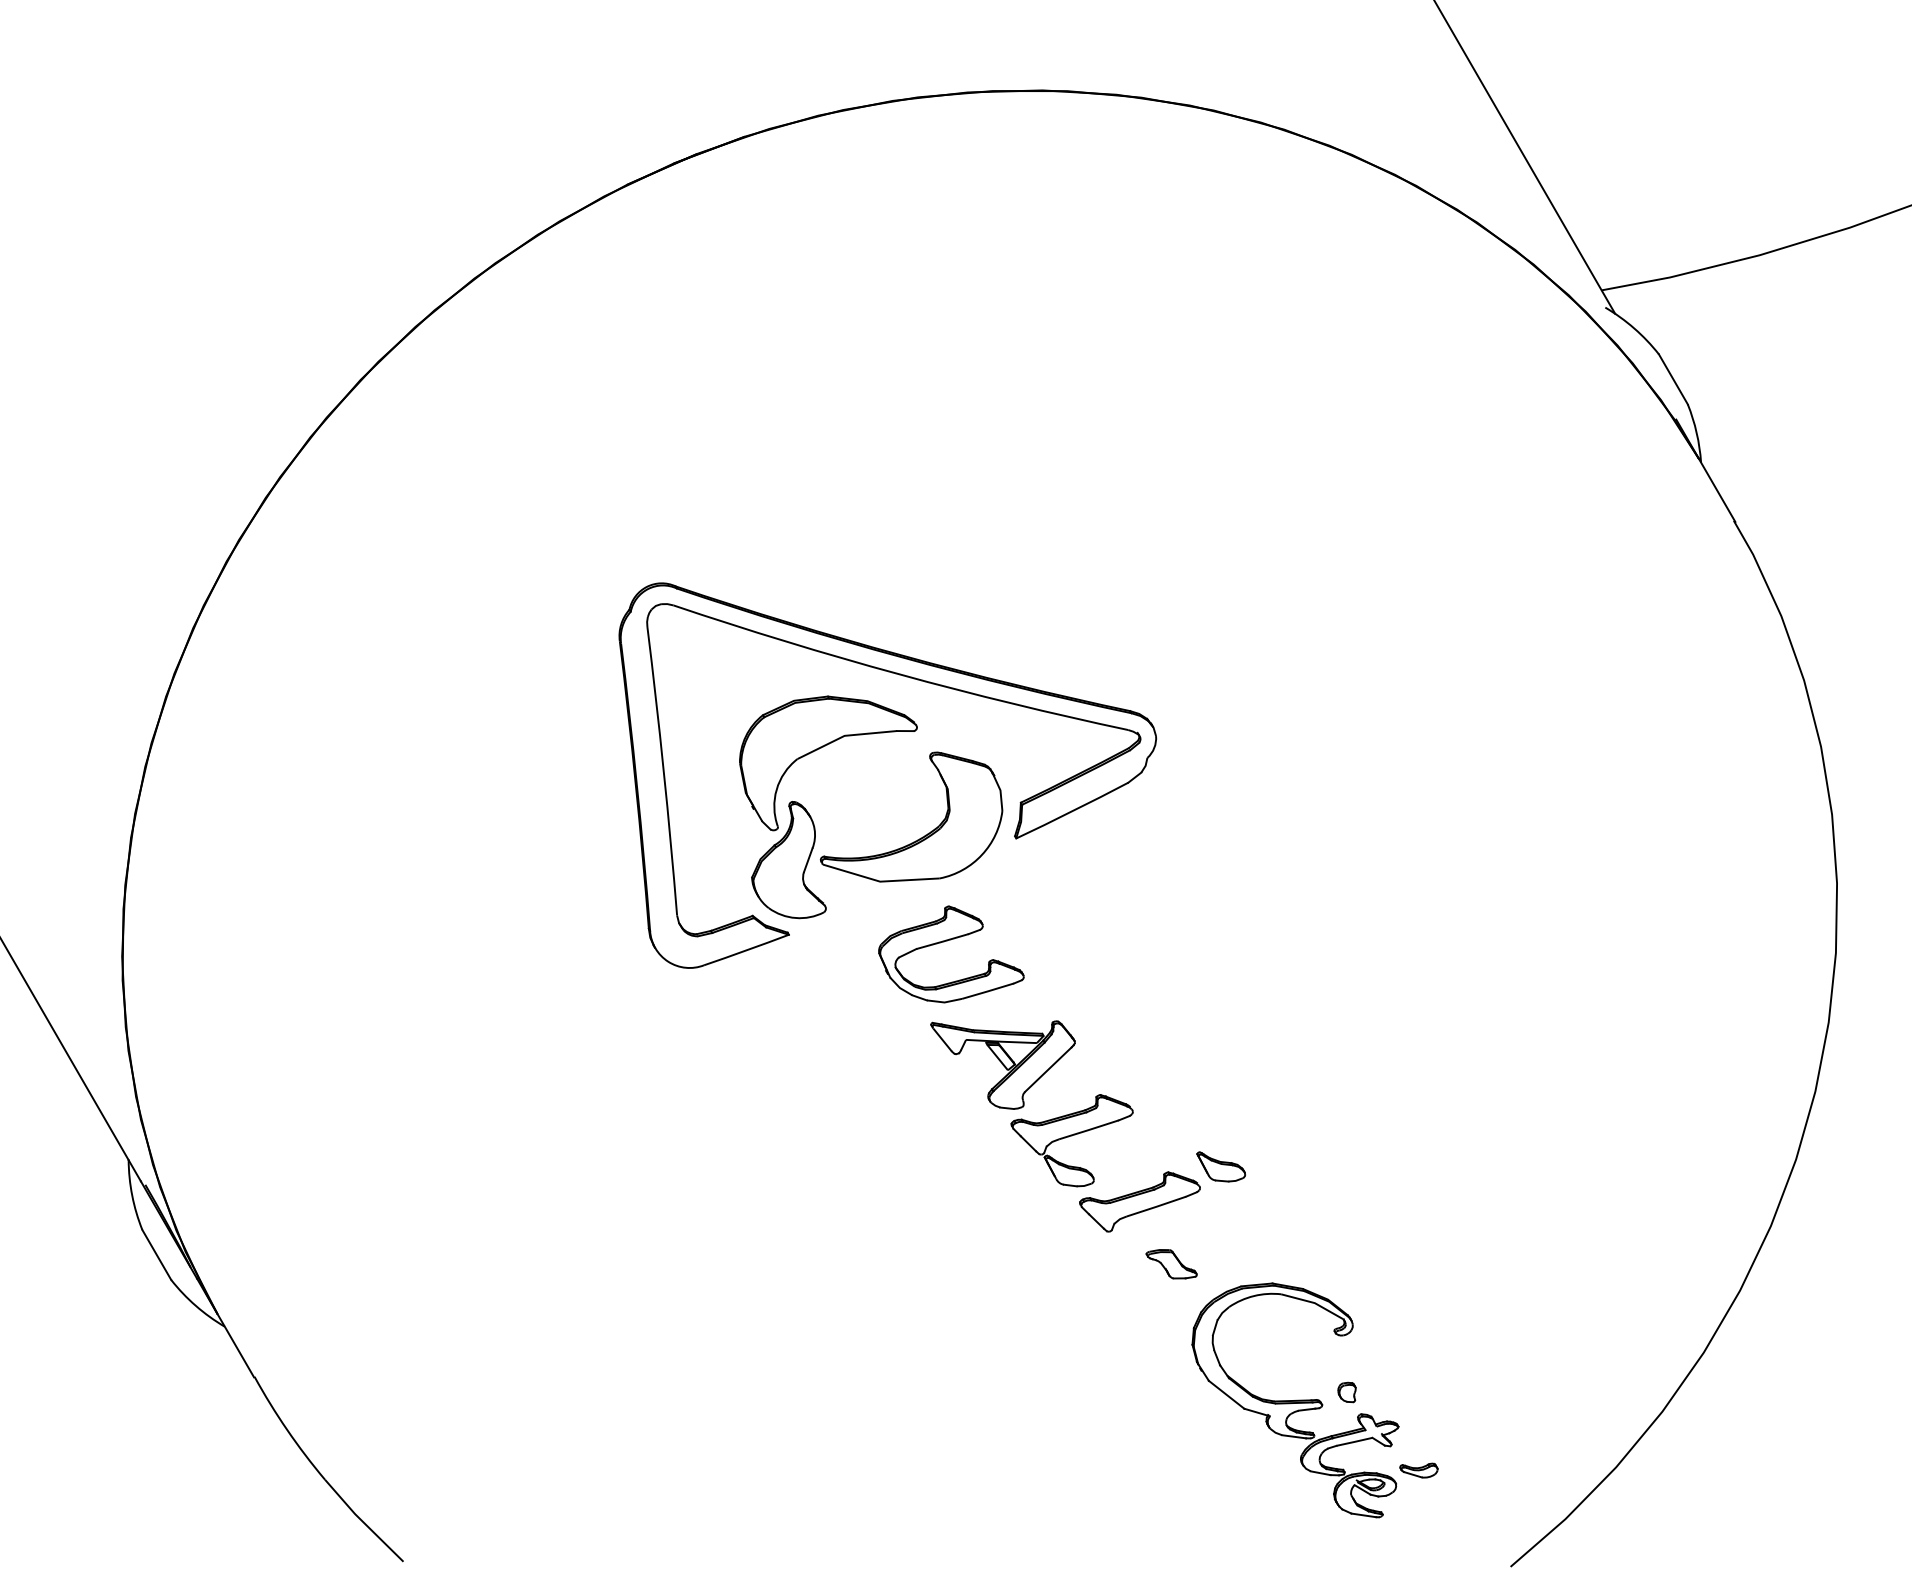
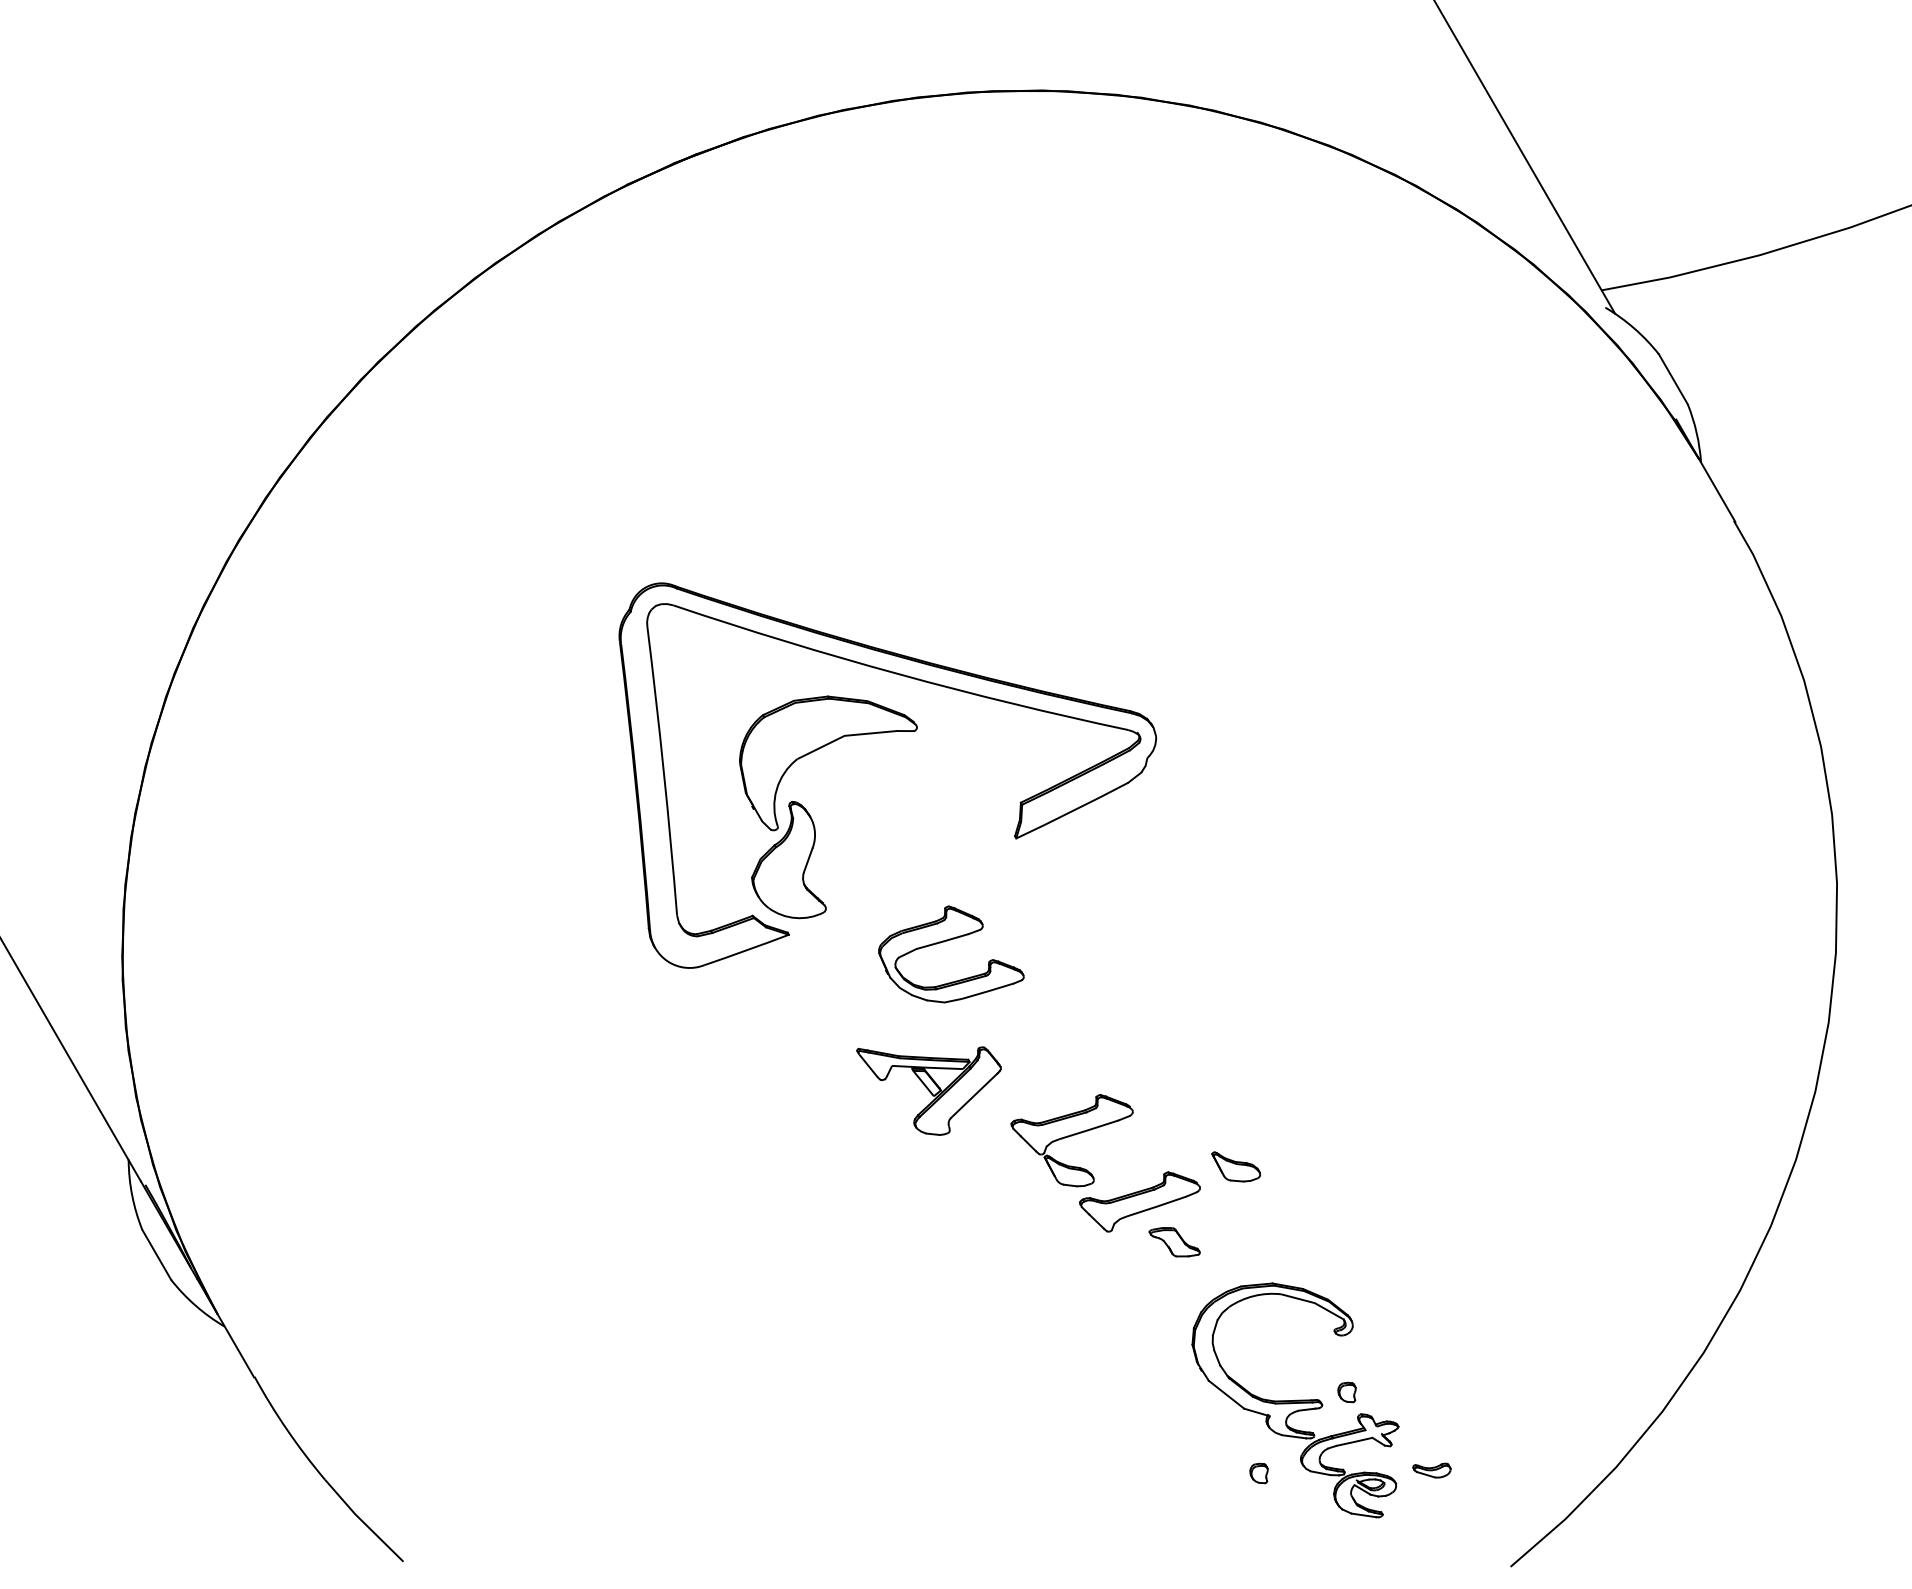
part at (925, 834): present -> none
part at (1002, 1064) position: (1002, 1064) -> (928, 1090)
part at (1221, 1166) position: (1221, 1166) -> (1236, 1166)
part at (1171, 1264) position: (1171, 1264) -> (1174, 1242)
part at (1418, 1470) position: (1418, 1470) -> (1431, 1470)
part at (1258, 1473): none -> present
